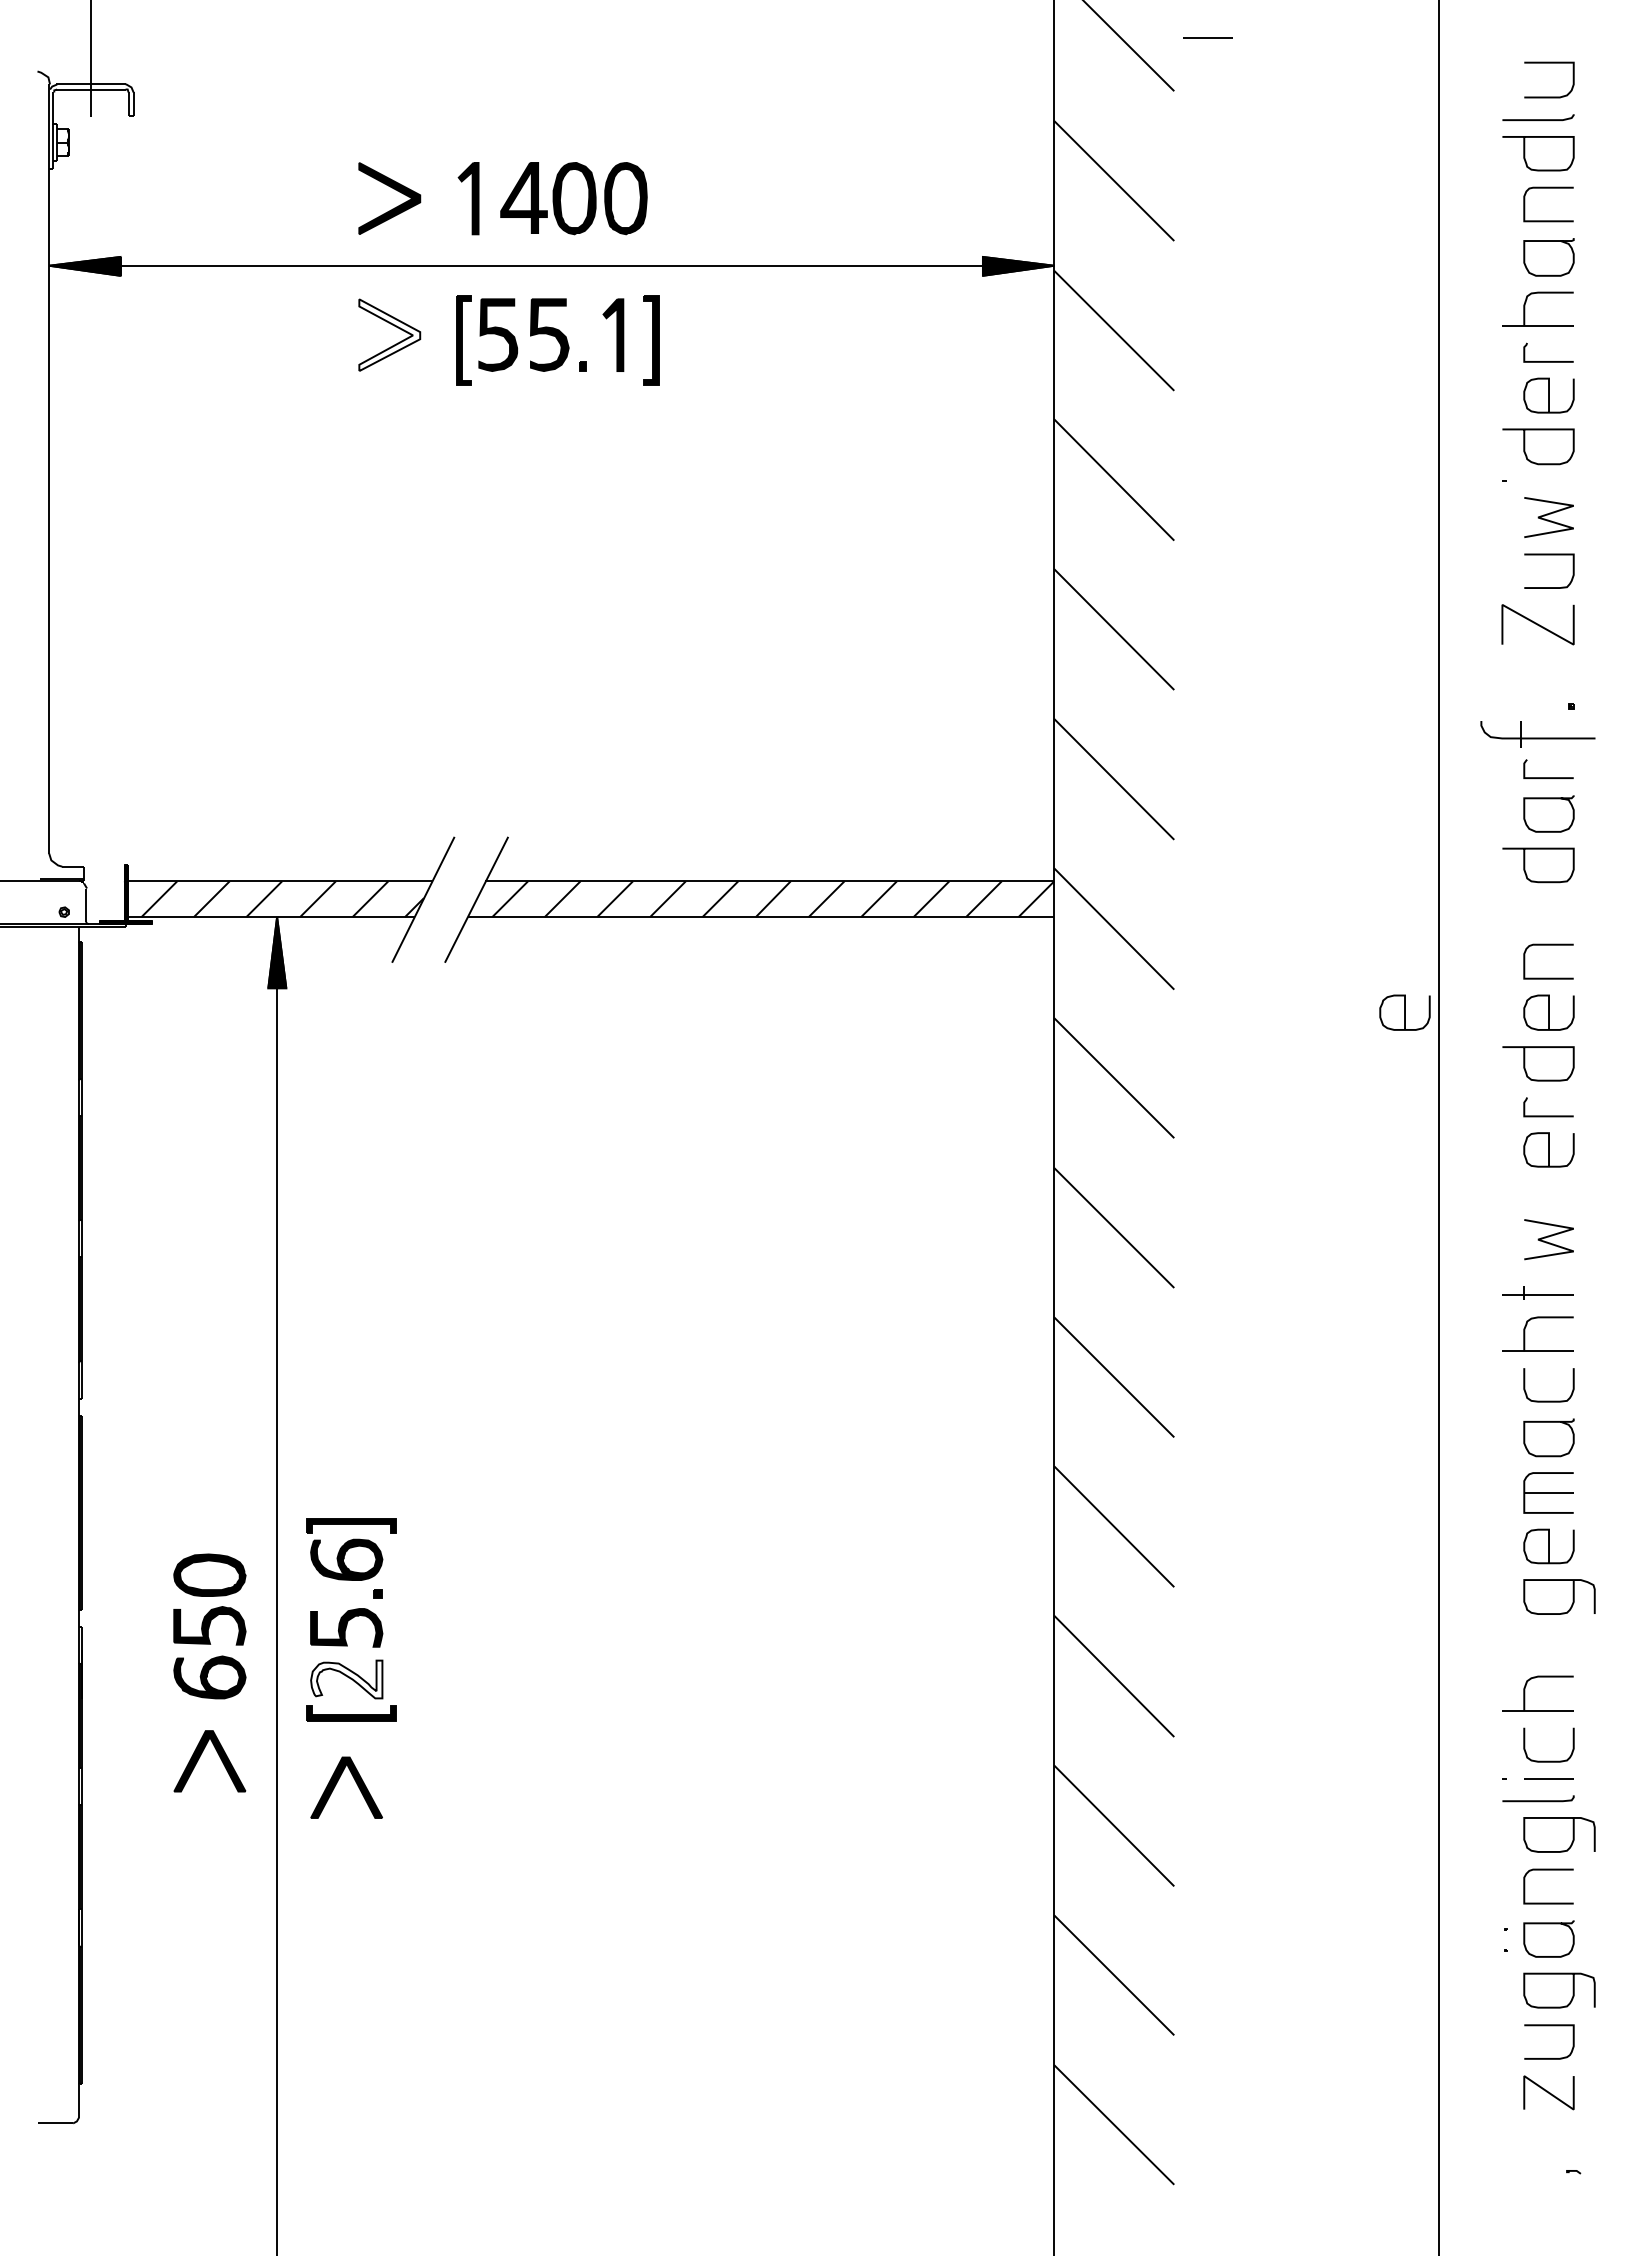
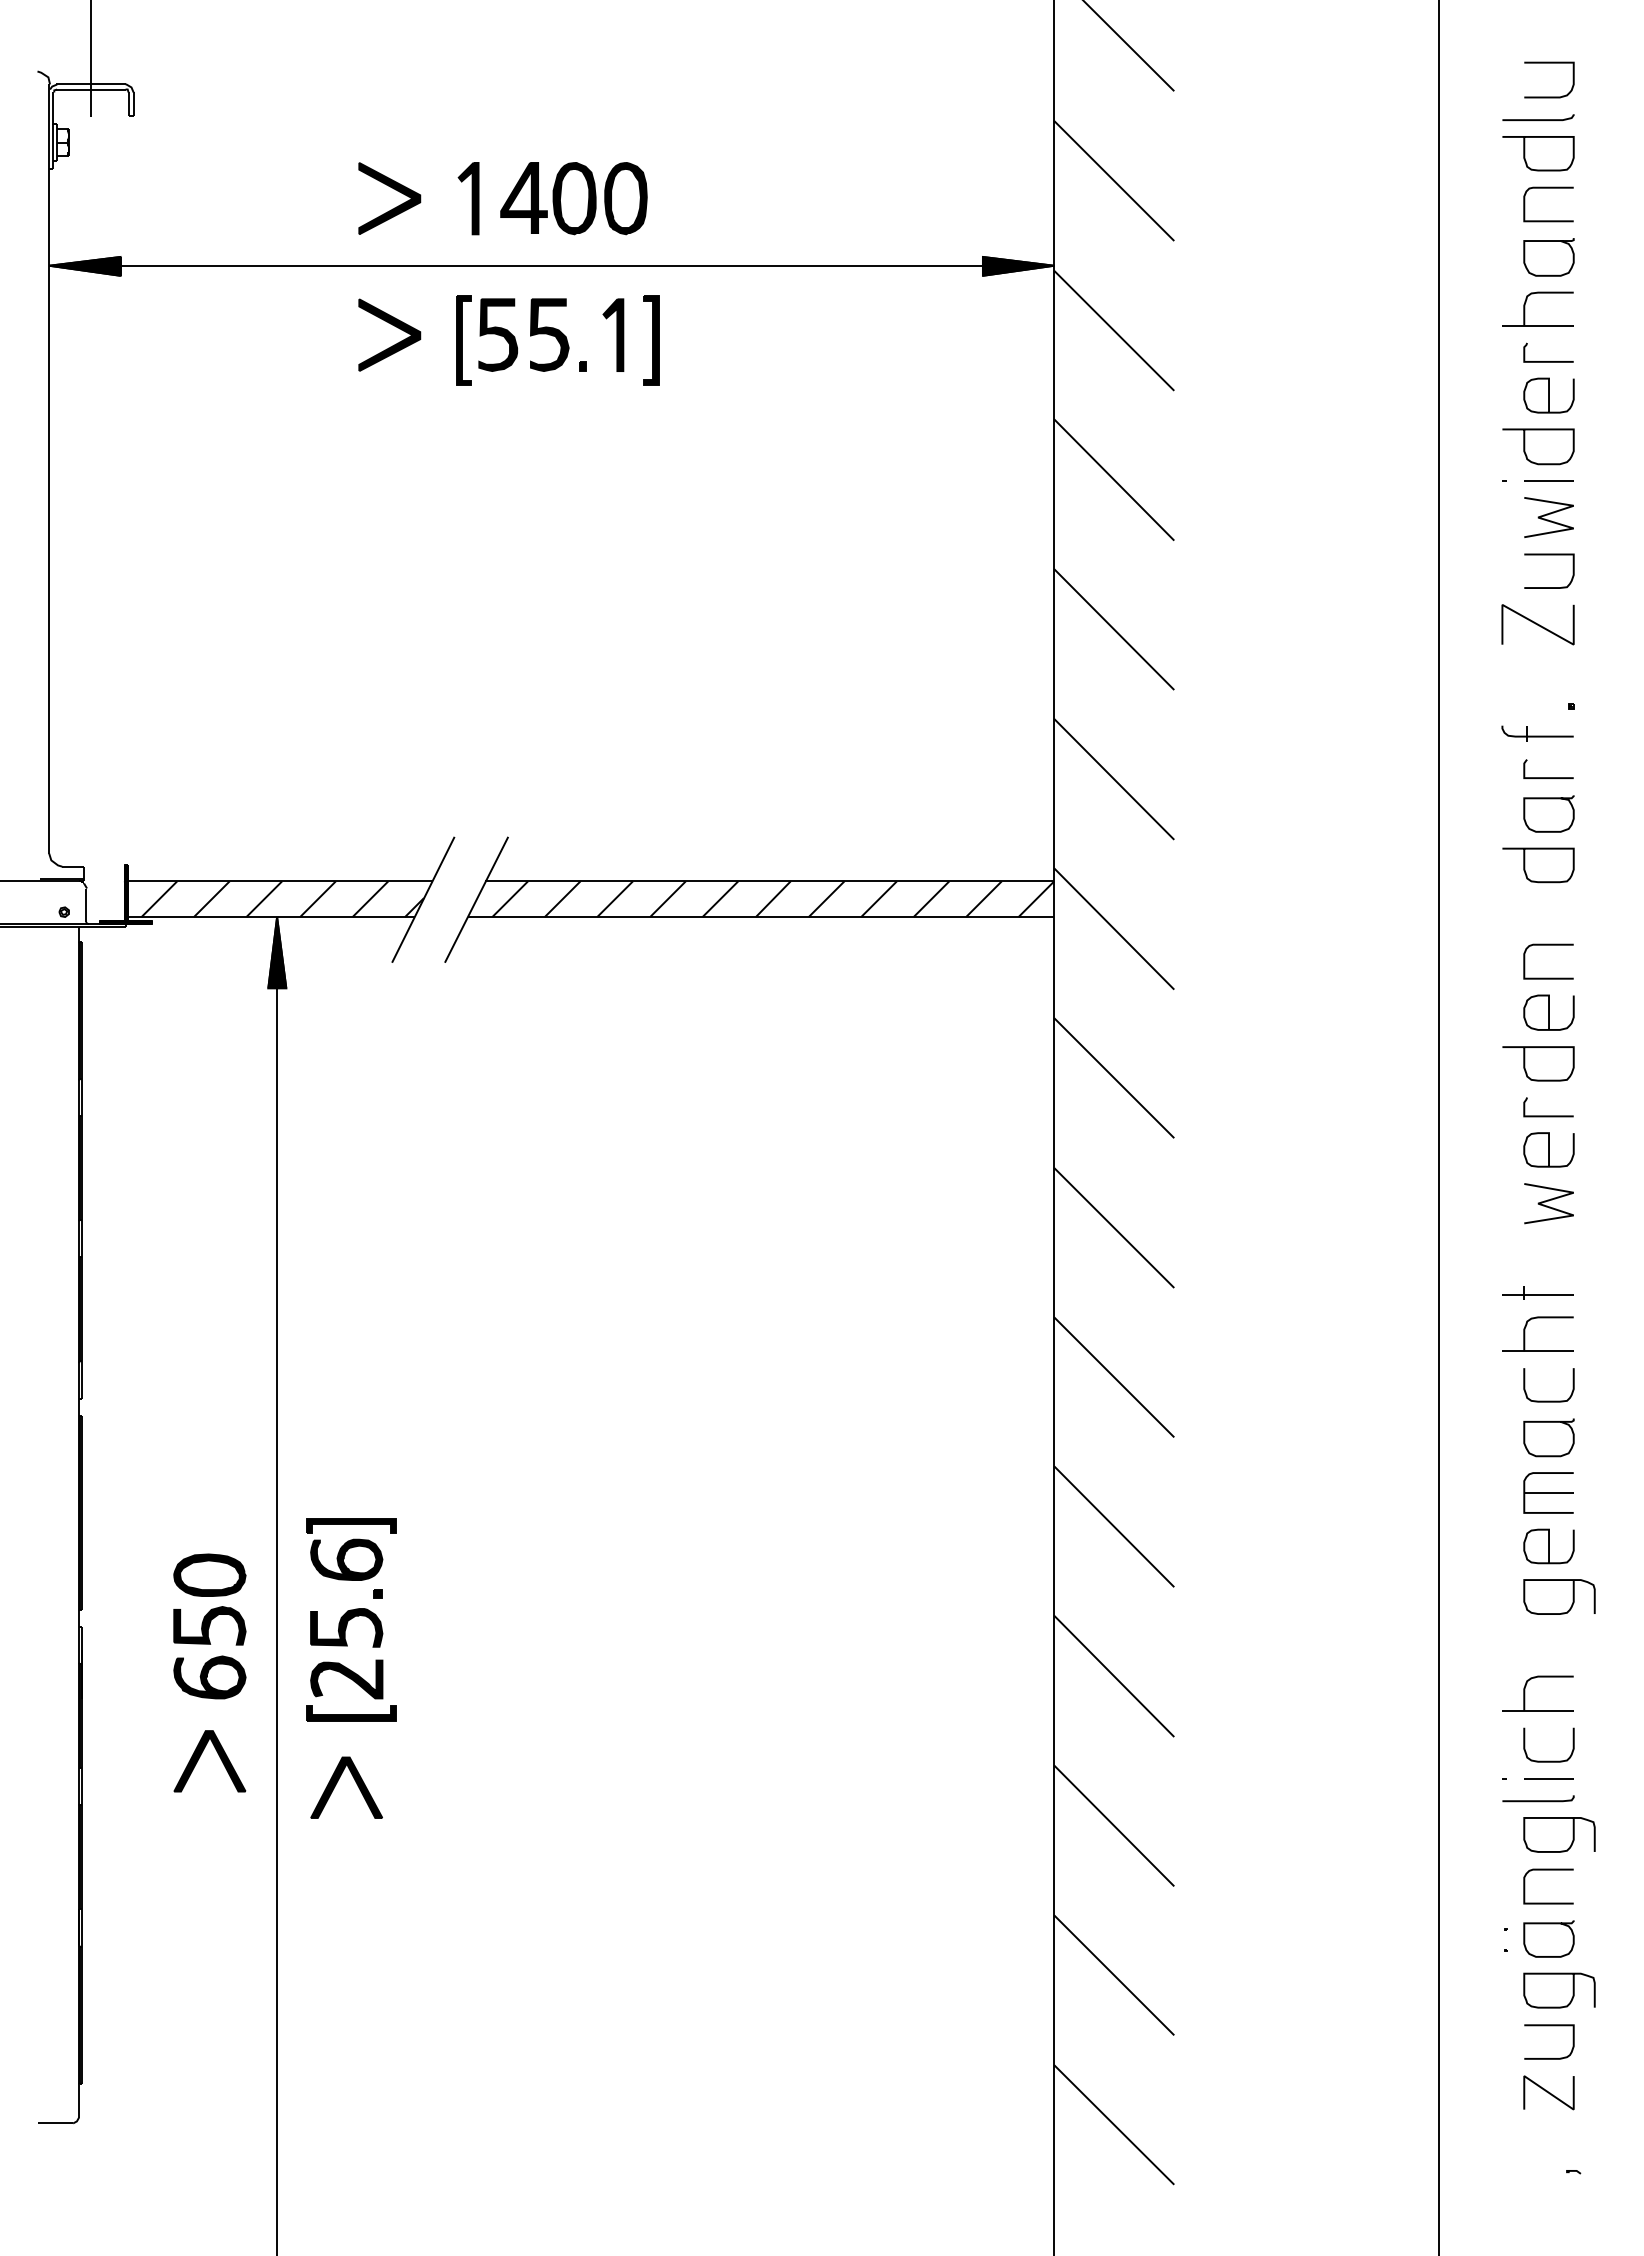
line at (1207, 37) position: (1207, 37) -> (1548, 480)
fill at (389, 335): none -> present
part at (1537, 734) size: 116x27 px -> 73x17 px
curve at (1404, 1012): present -> none
line at (1548, 1237) position: (1548, 1237) -> (1548, 1201)
fill at (346, 1679): none -> present
